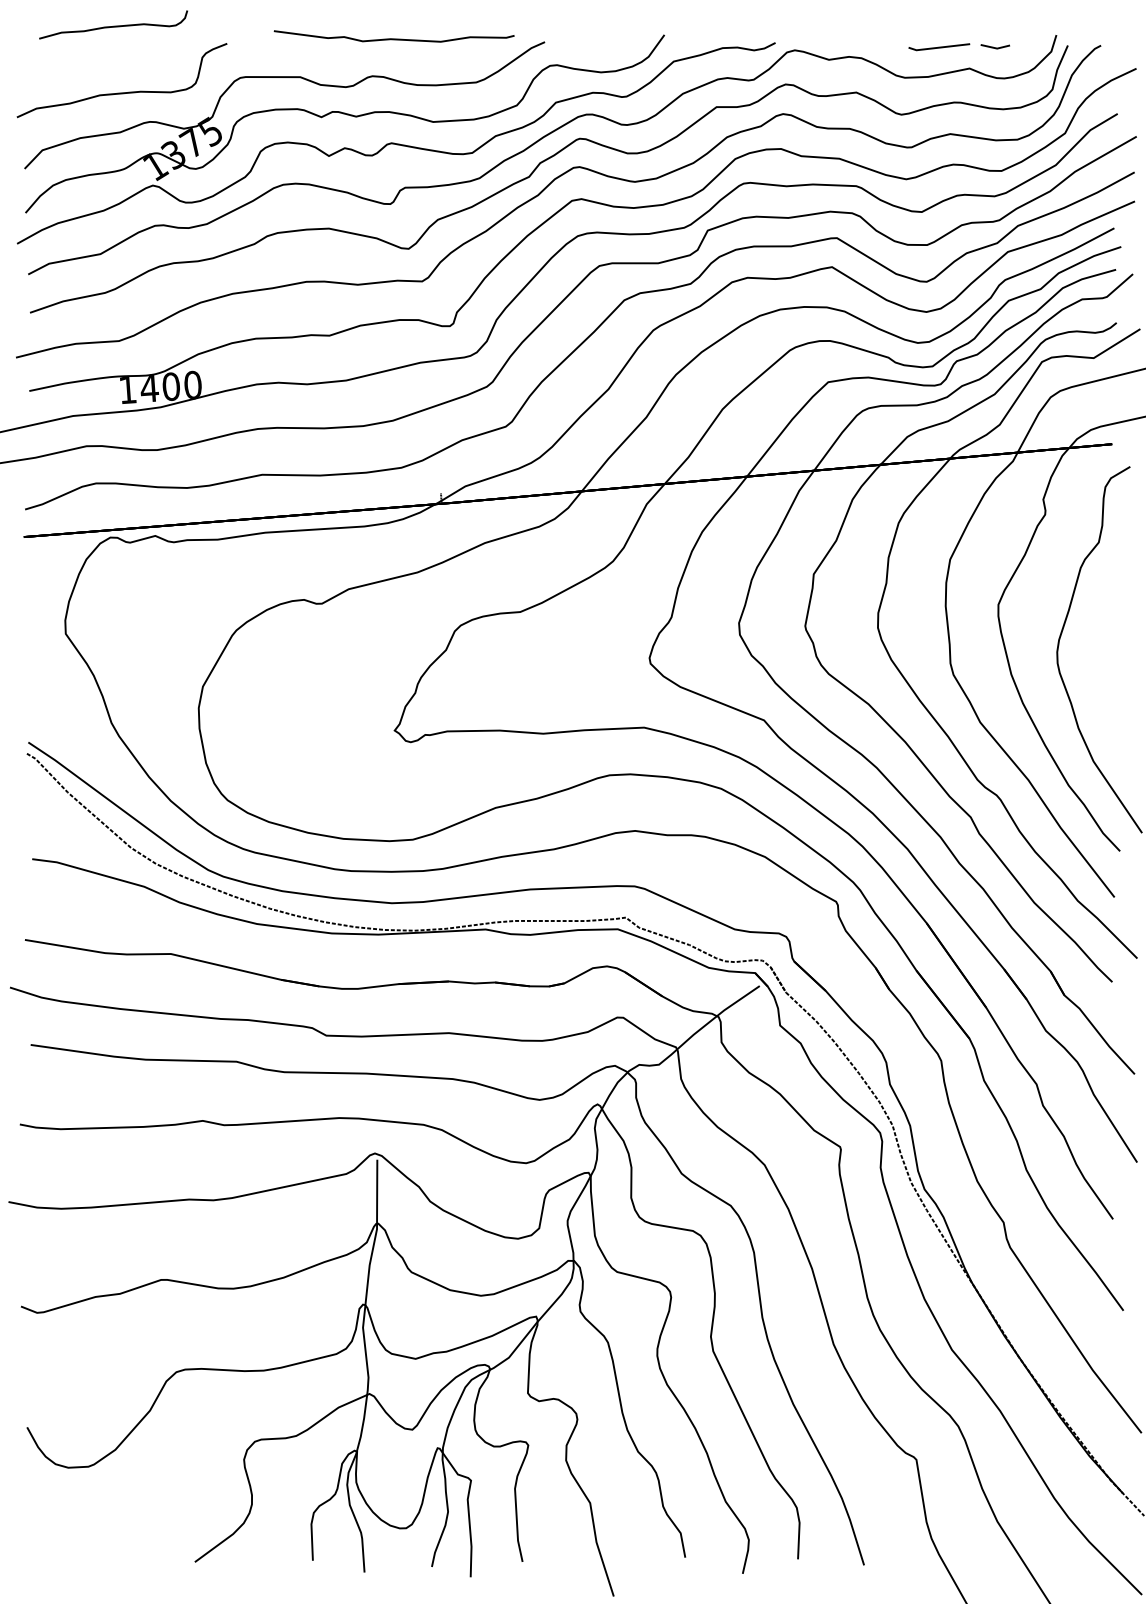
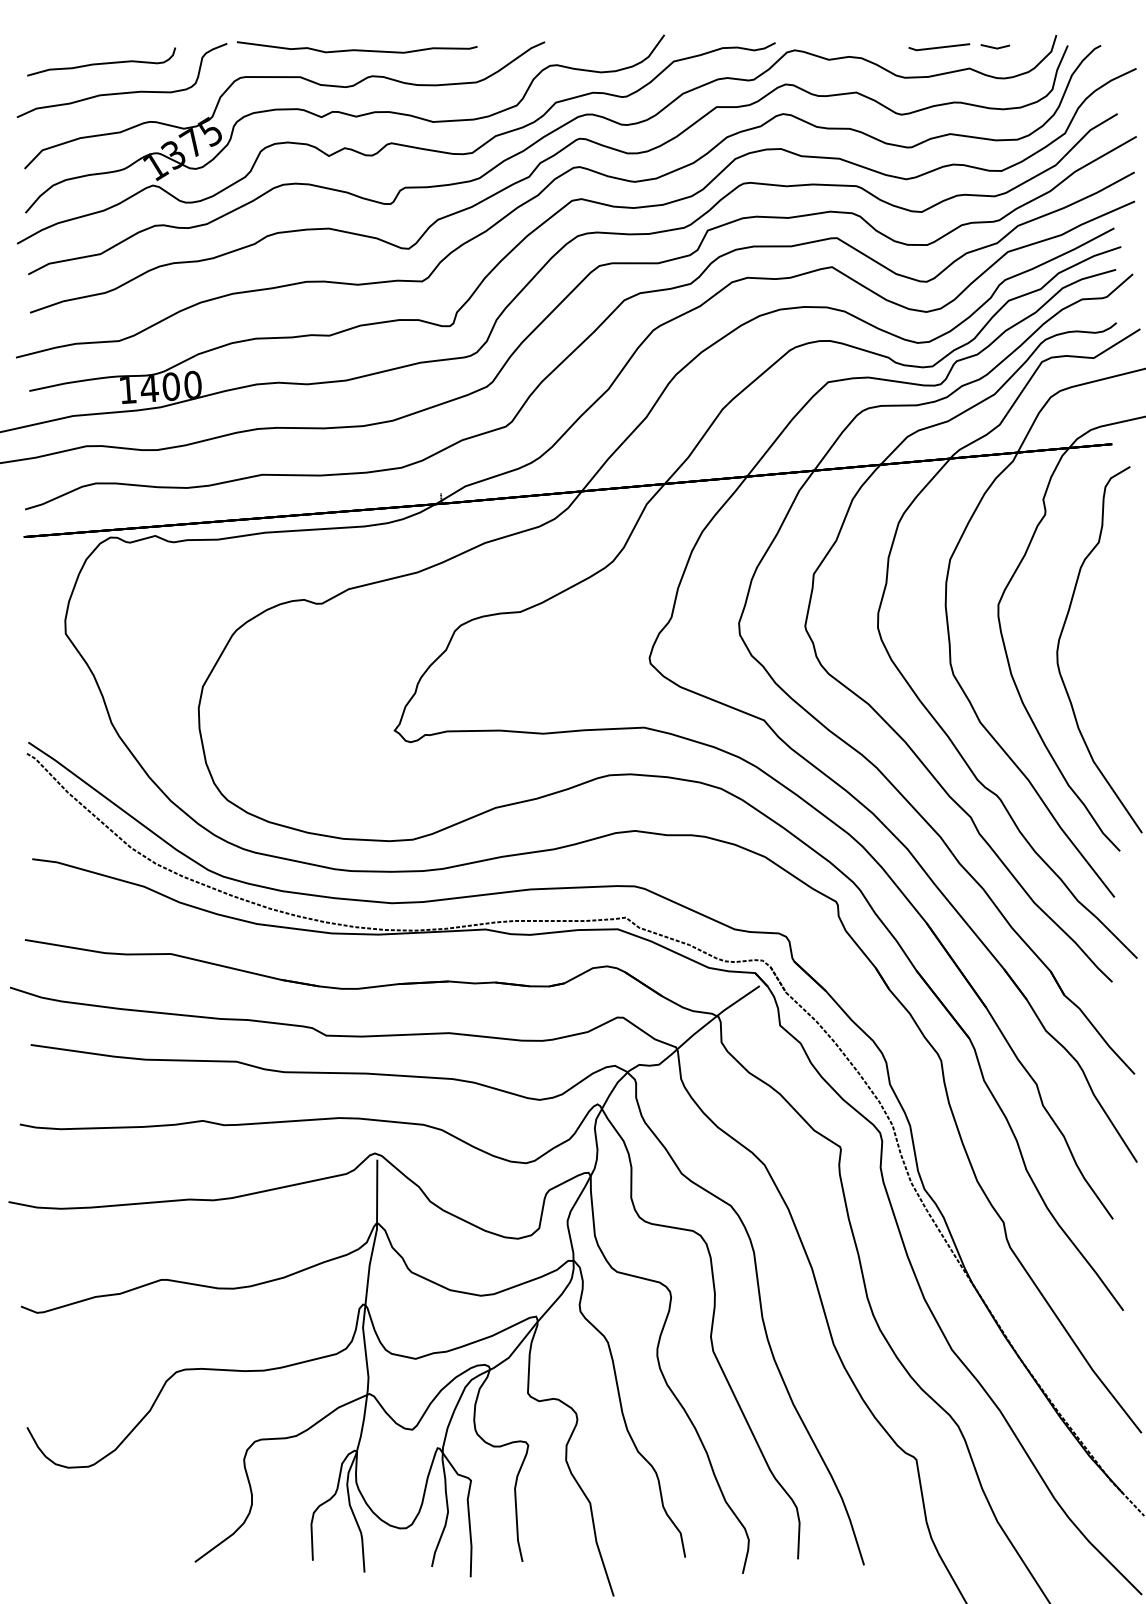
curve at (113, 25) position: (113, 25) -> (101, 62)
curve at (393, 38) position: (393, 38) -> (356, 49)
